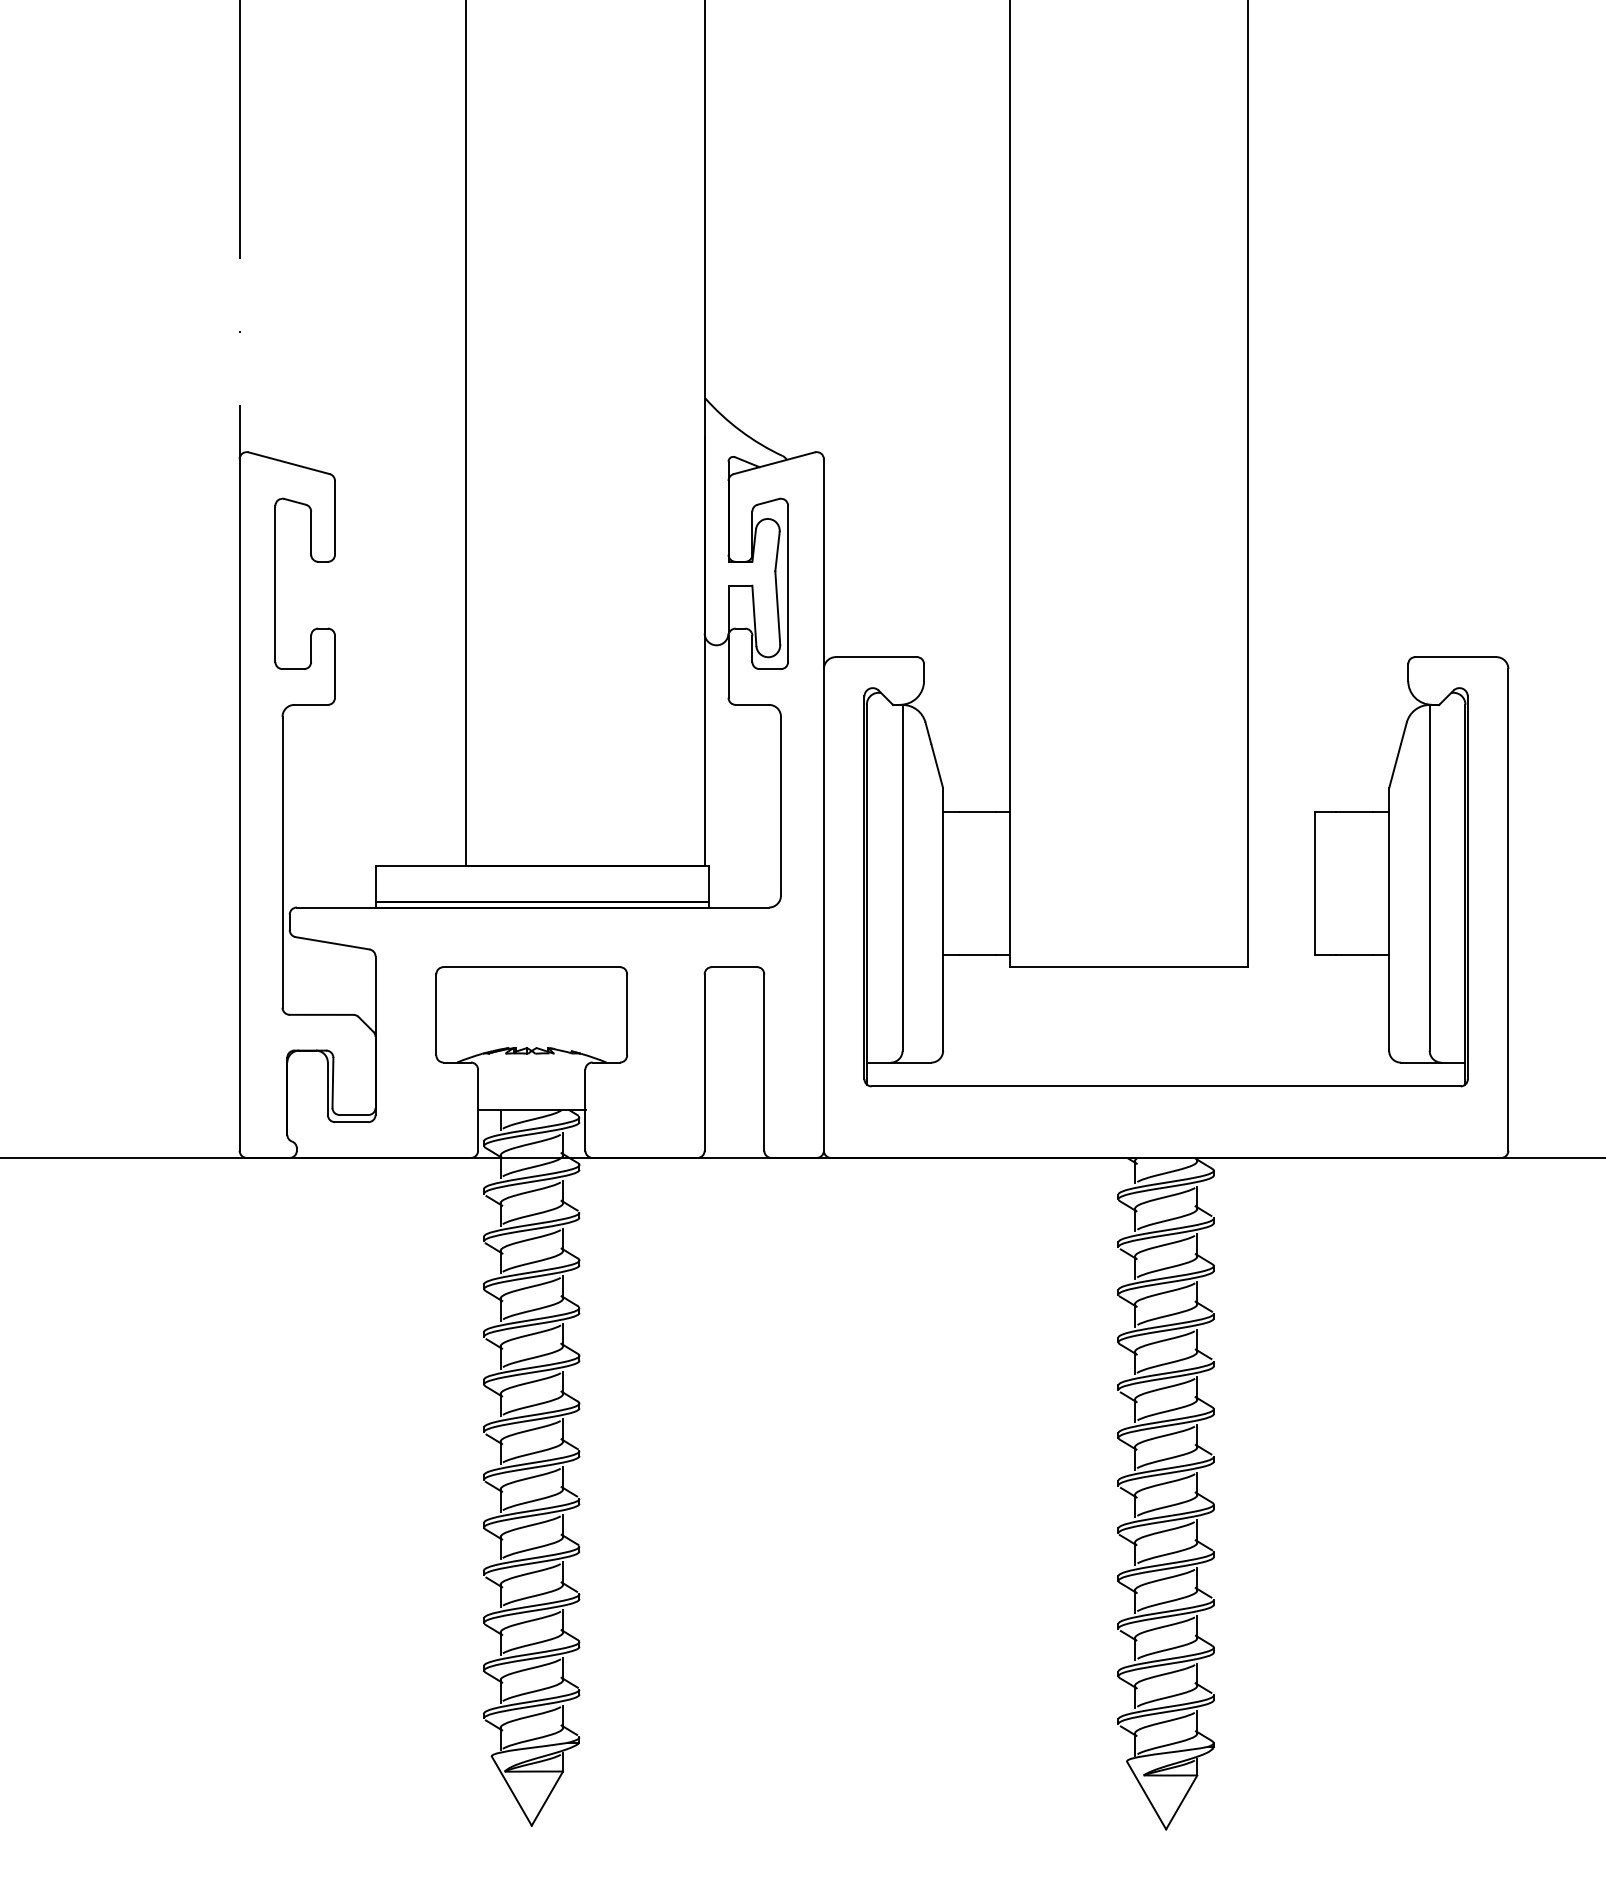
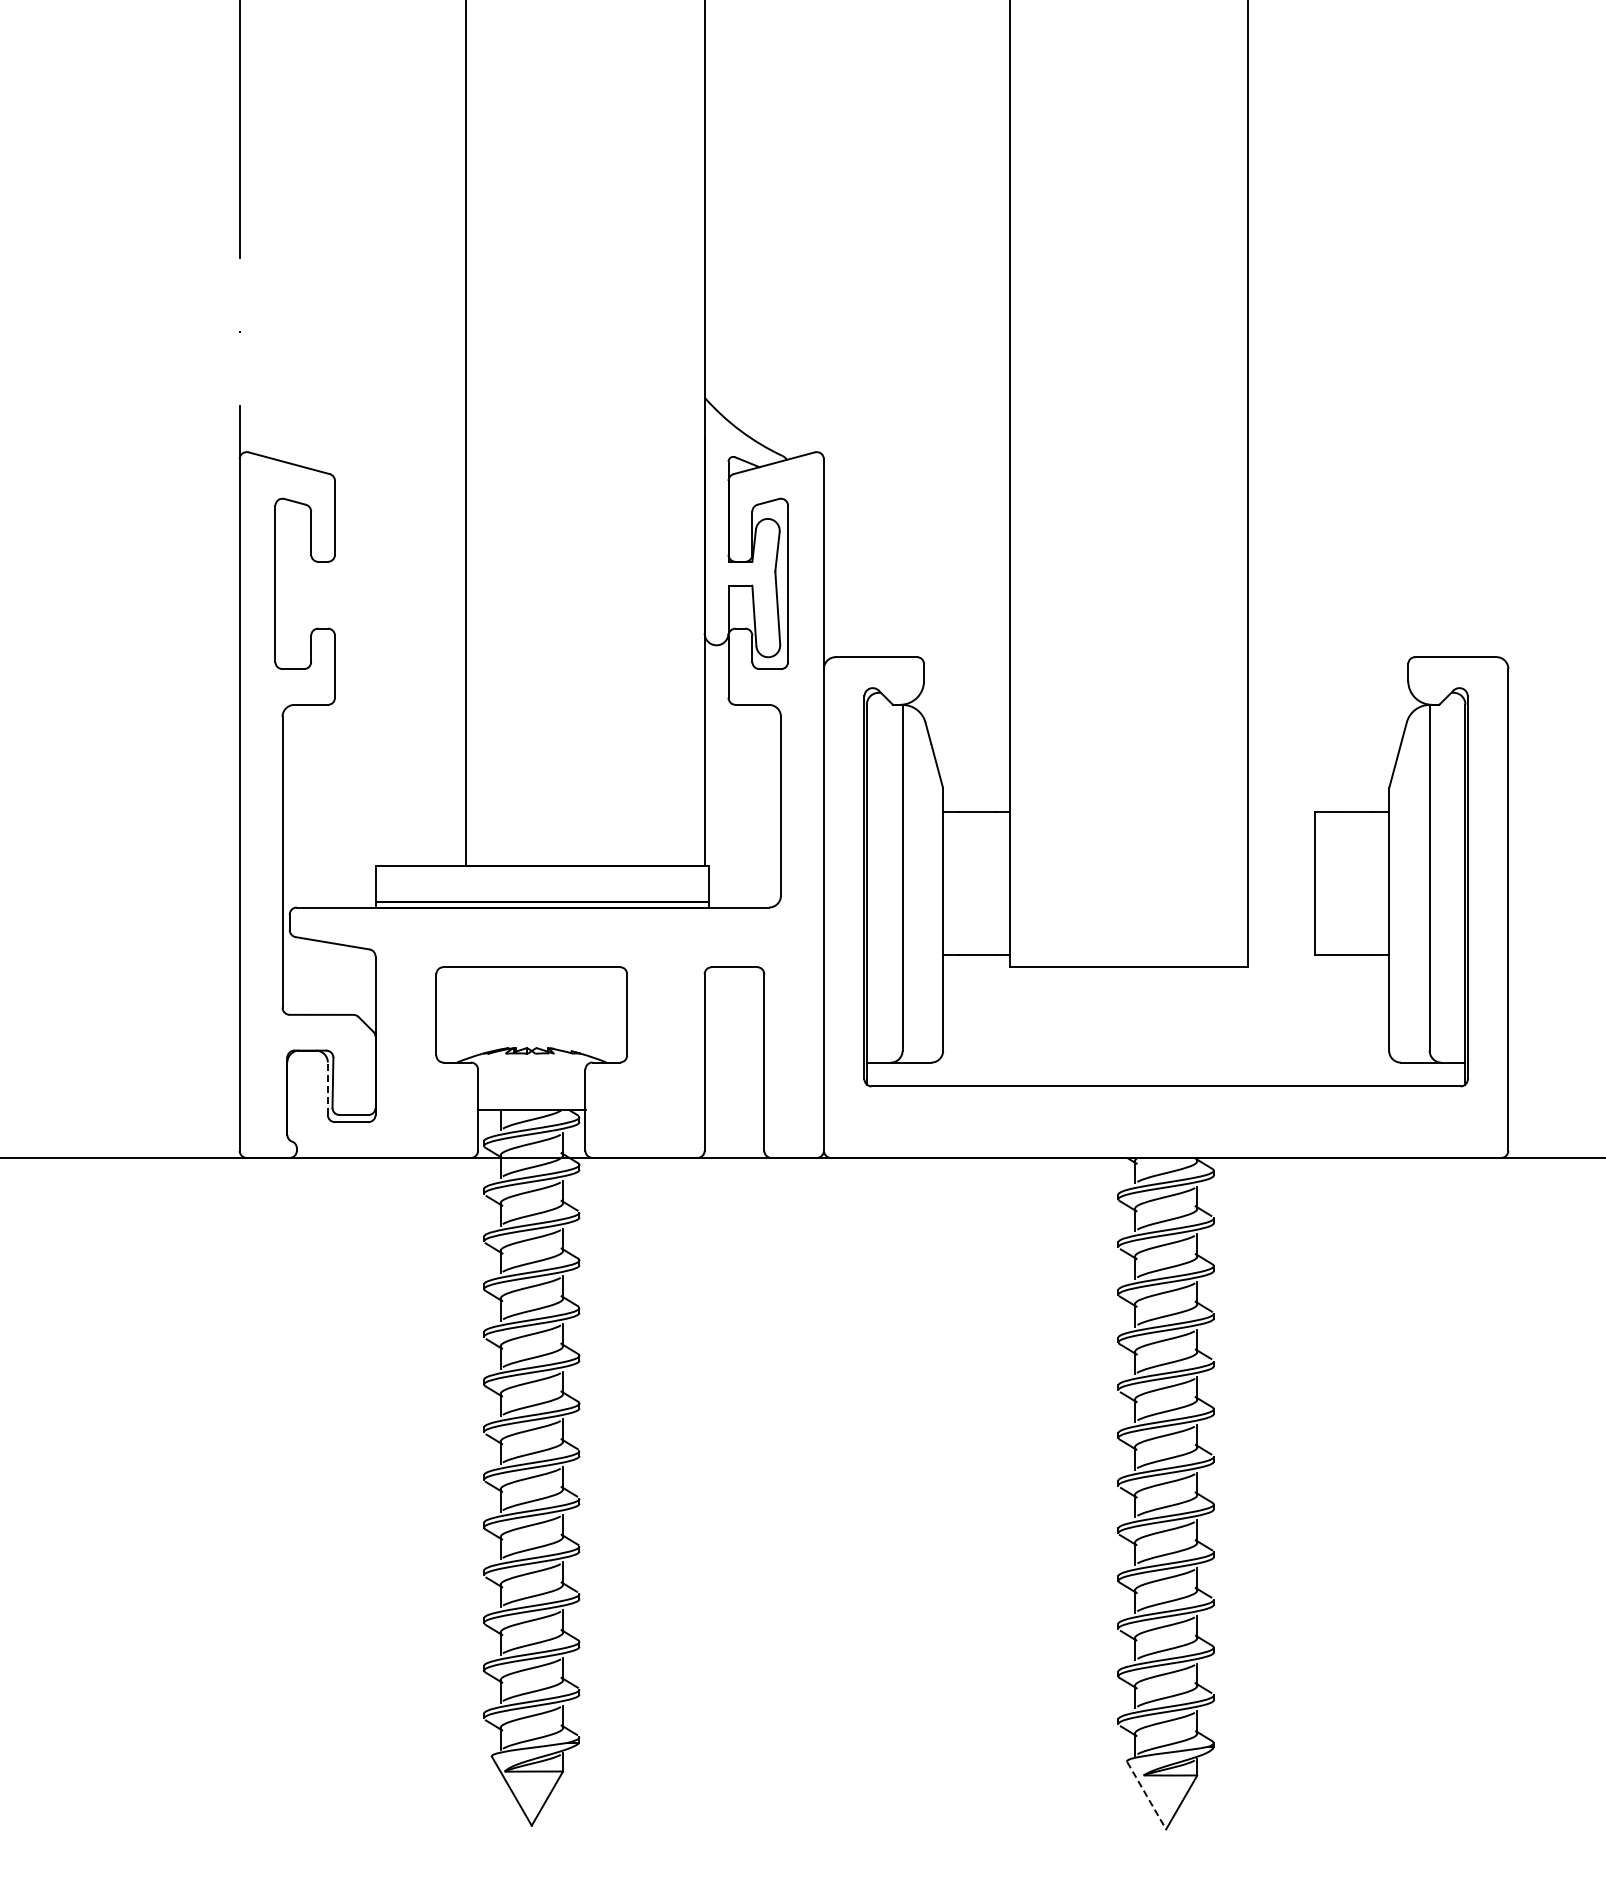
line at (327, 1088): solid -> dashed
line at (1146, 1795): solid -> dashed
